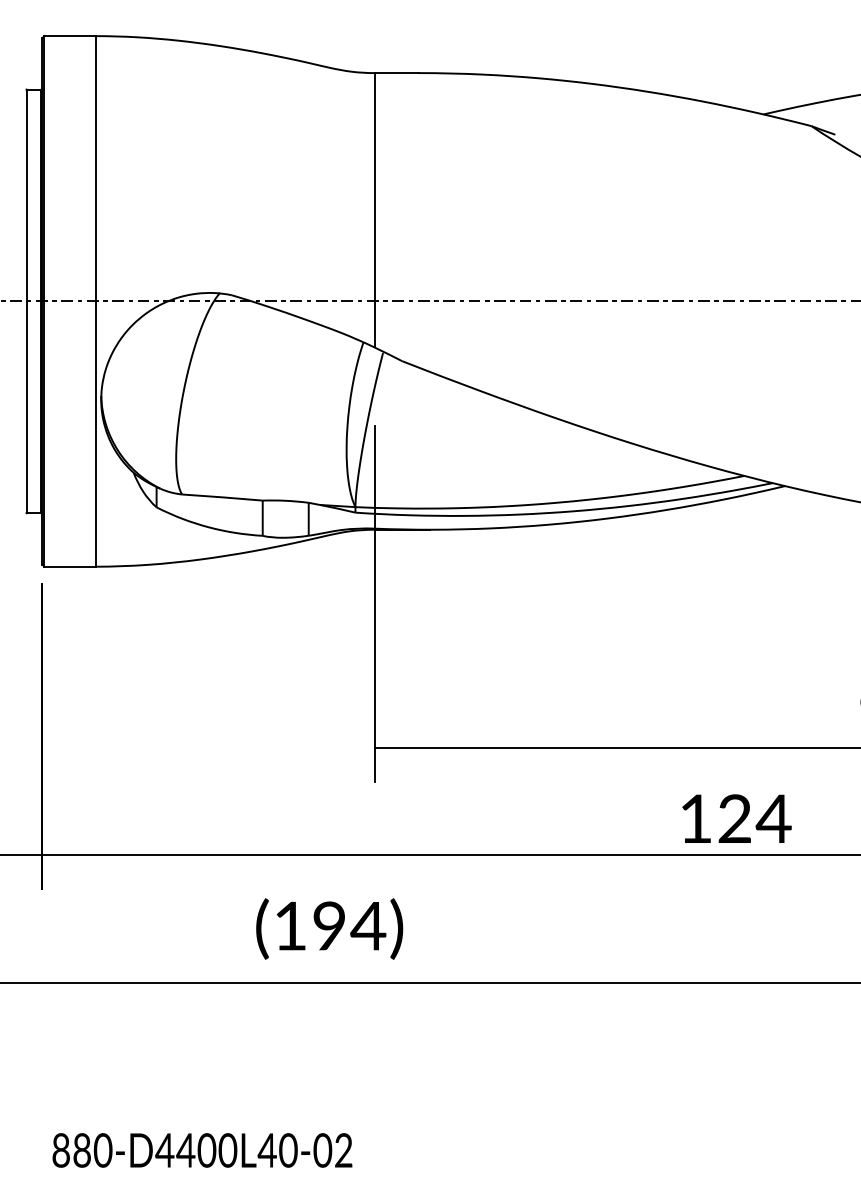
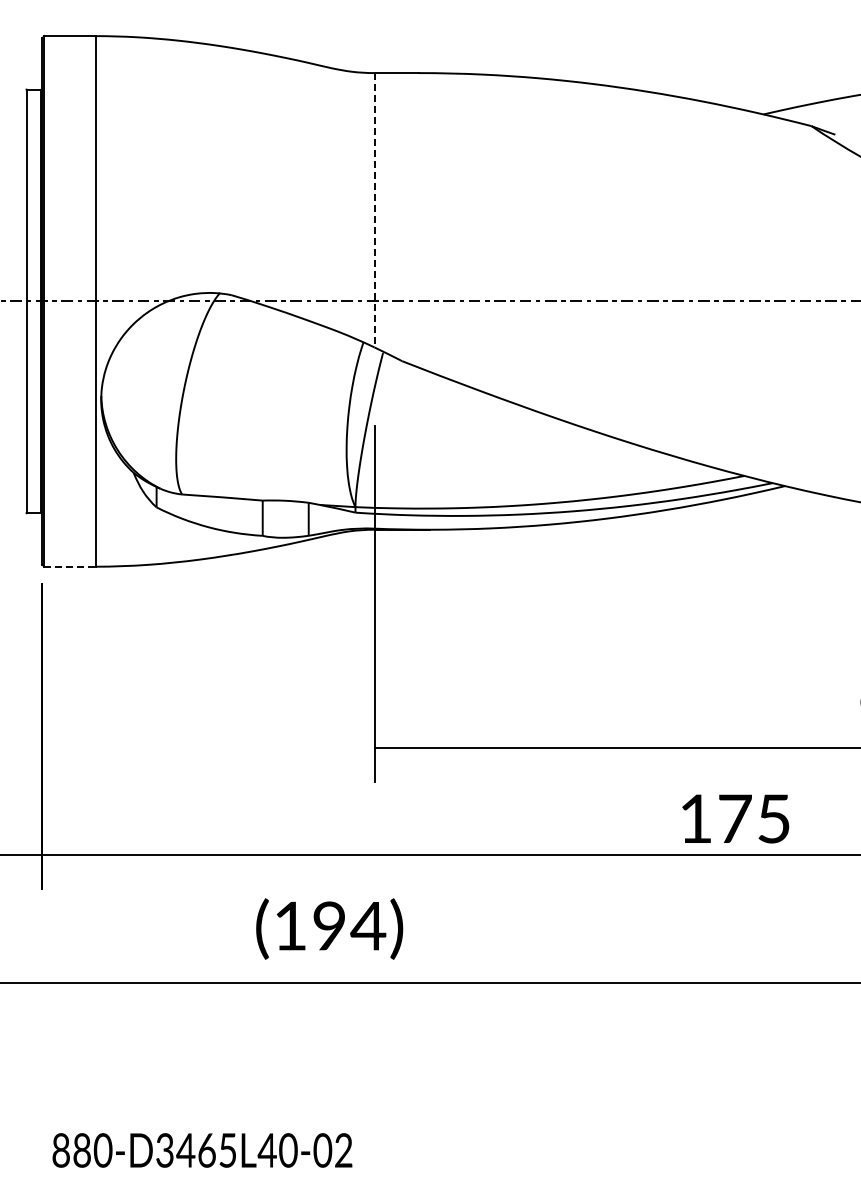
line at (374, 210): solid -> dashed
line at (70, 566): solid -> dashed
text at (754, 818): 124 -> 175
text at (196, 1150): 880-D4400L40-02 -> 880-D3465L40-02
